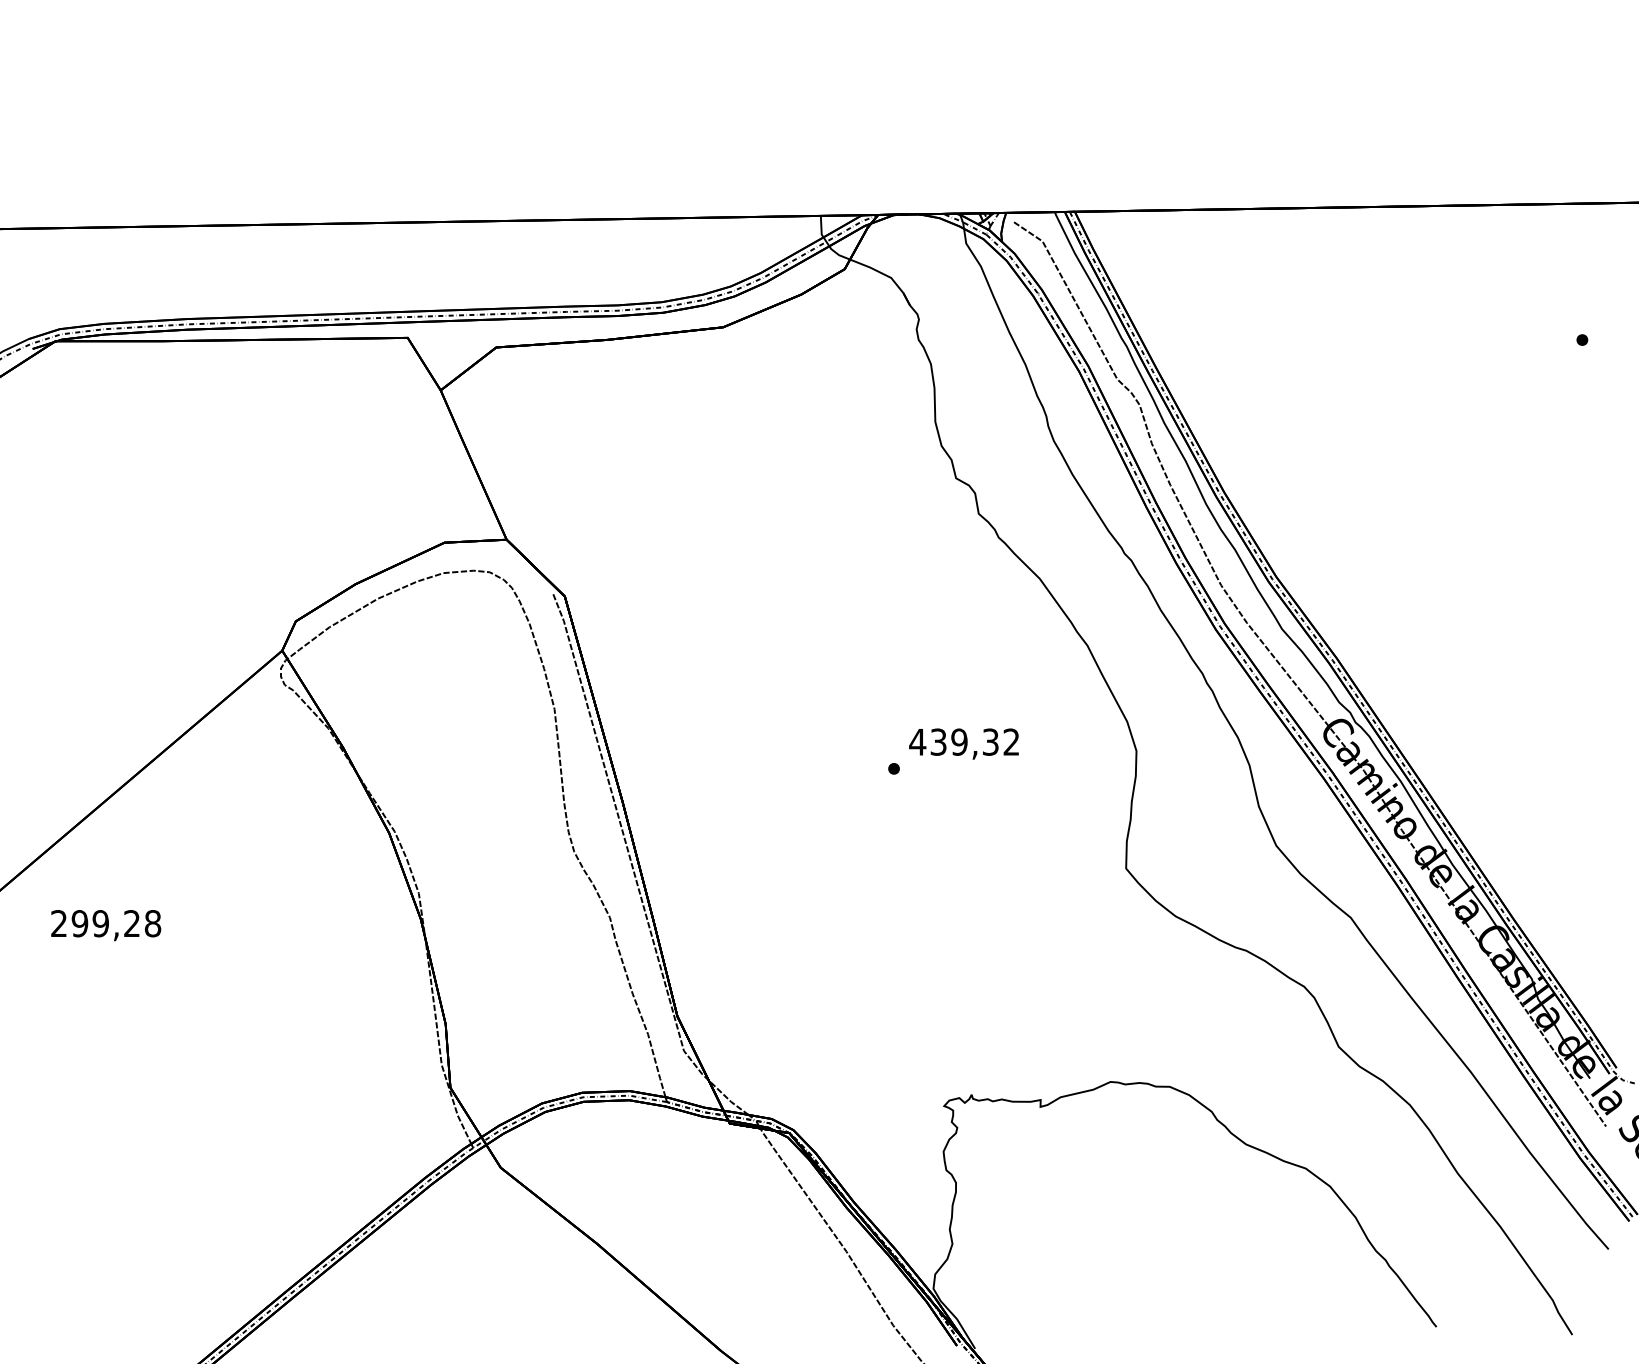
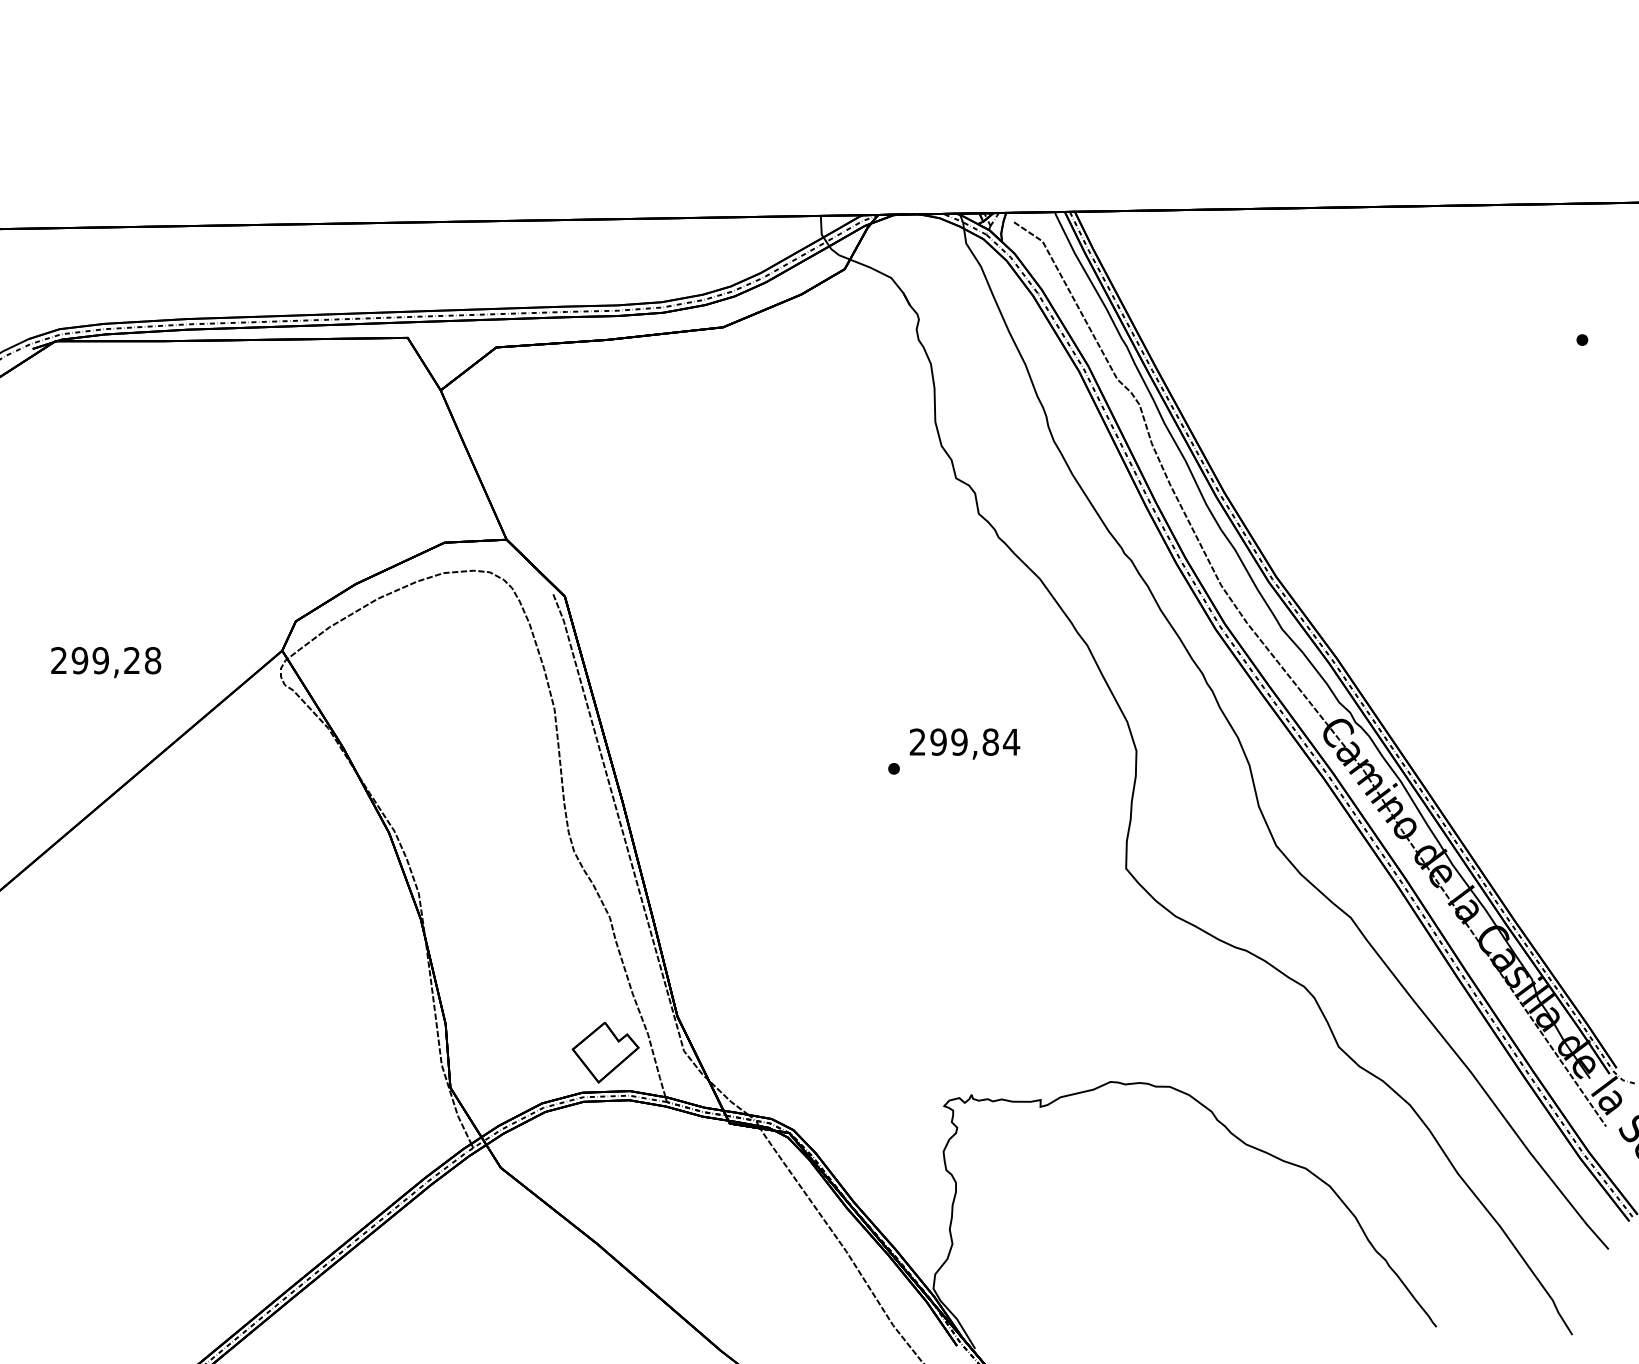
text at (964, 741): 439,32 -> 299,84
text at (106, 925) position: (106, 925) -> (106, 662)
part at (605, 1052): none -> present
